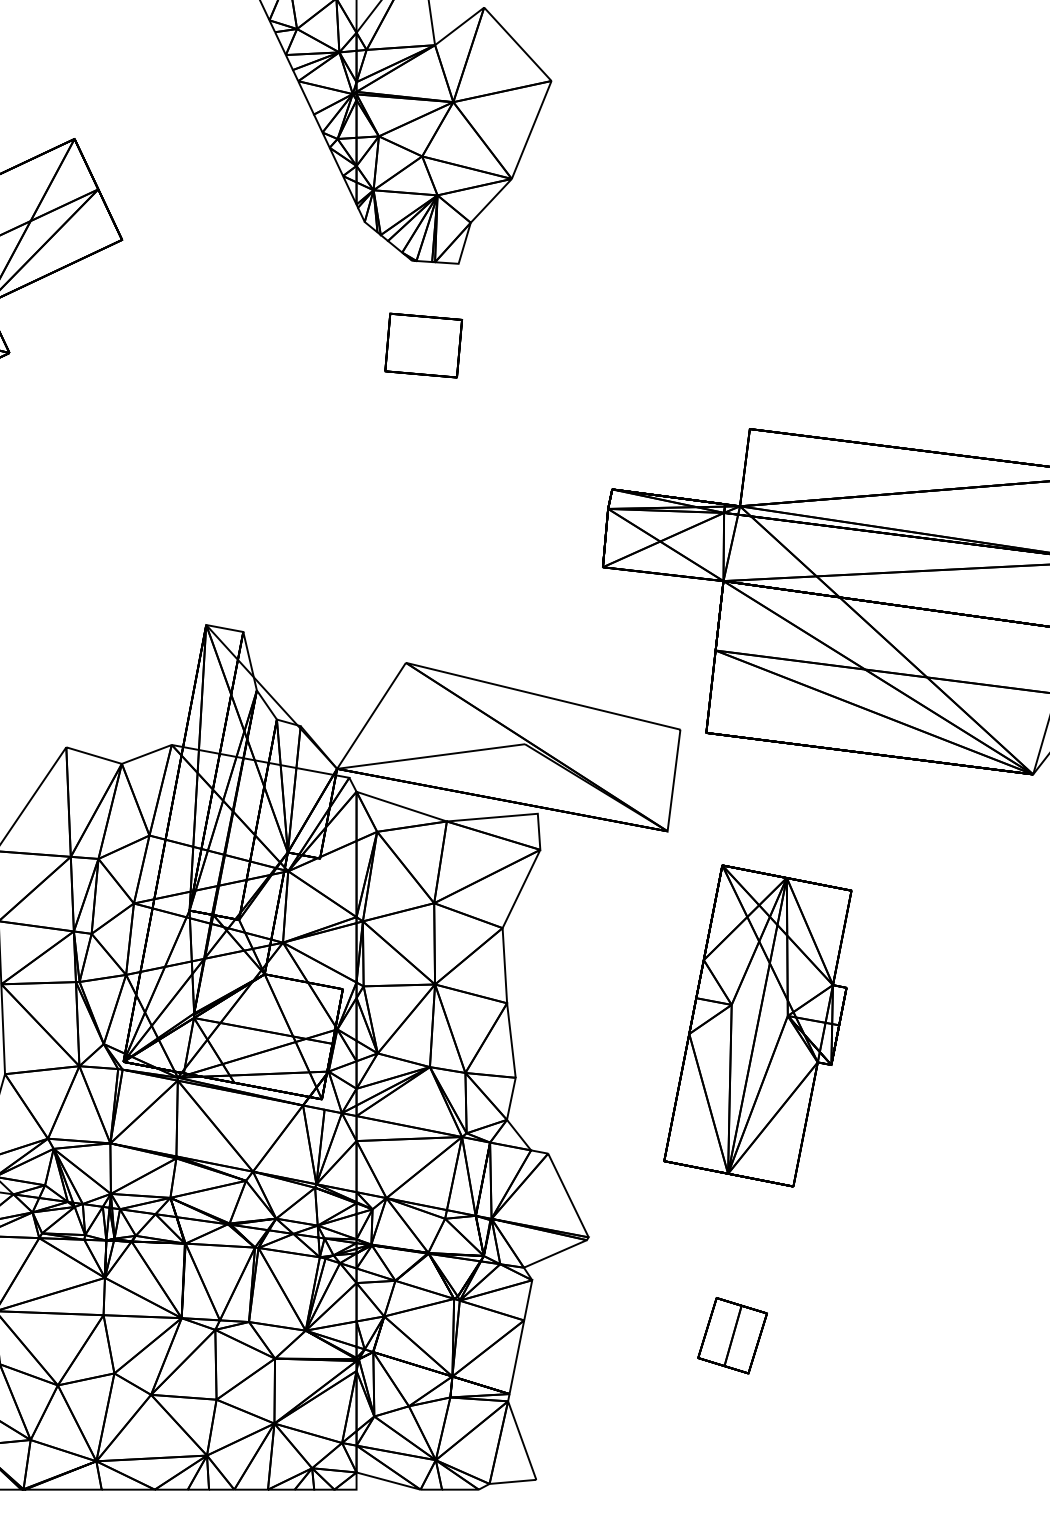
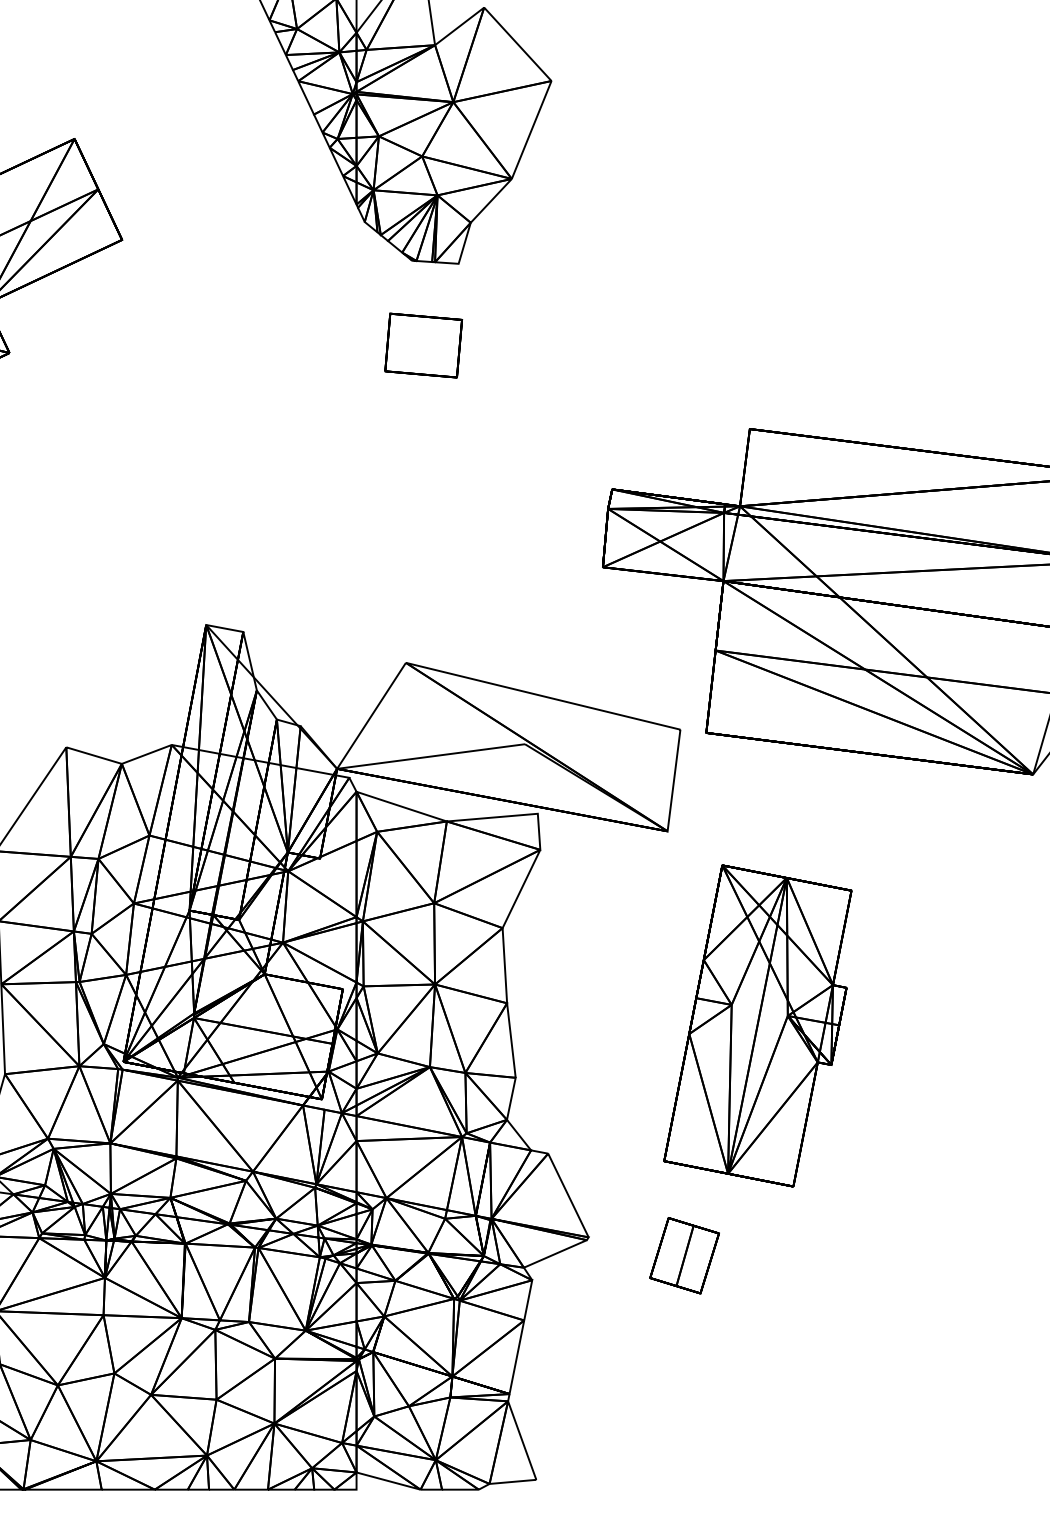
part at (732, 1335) position: (732, 1335) -> (684, 1255)
